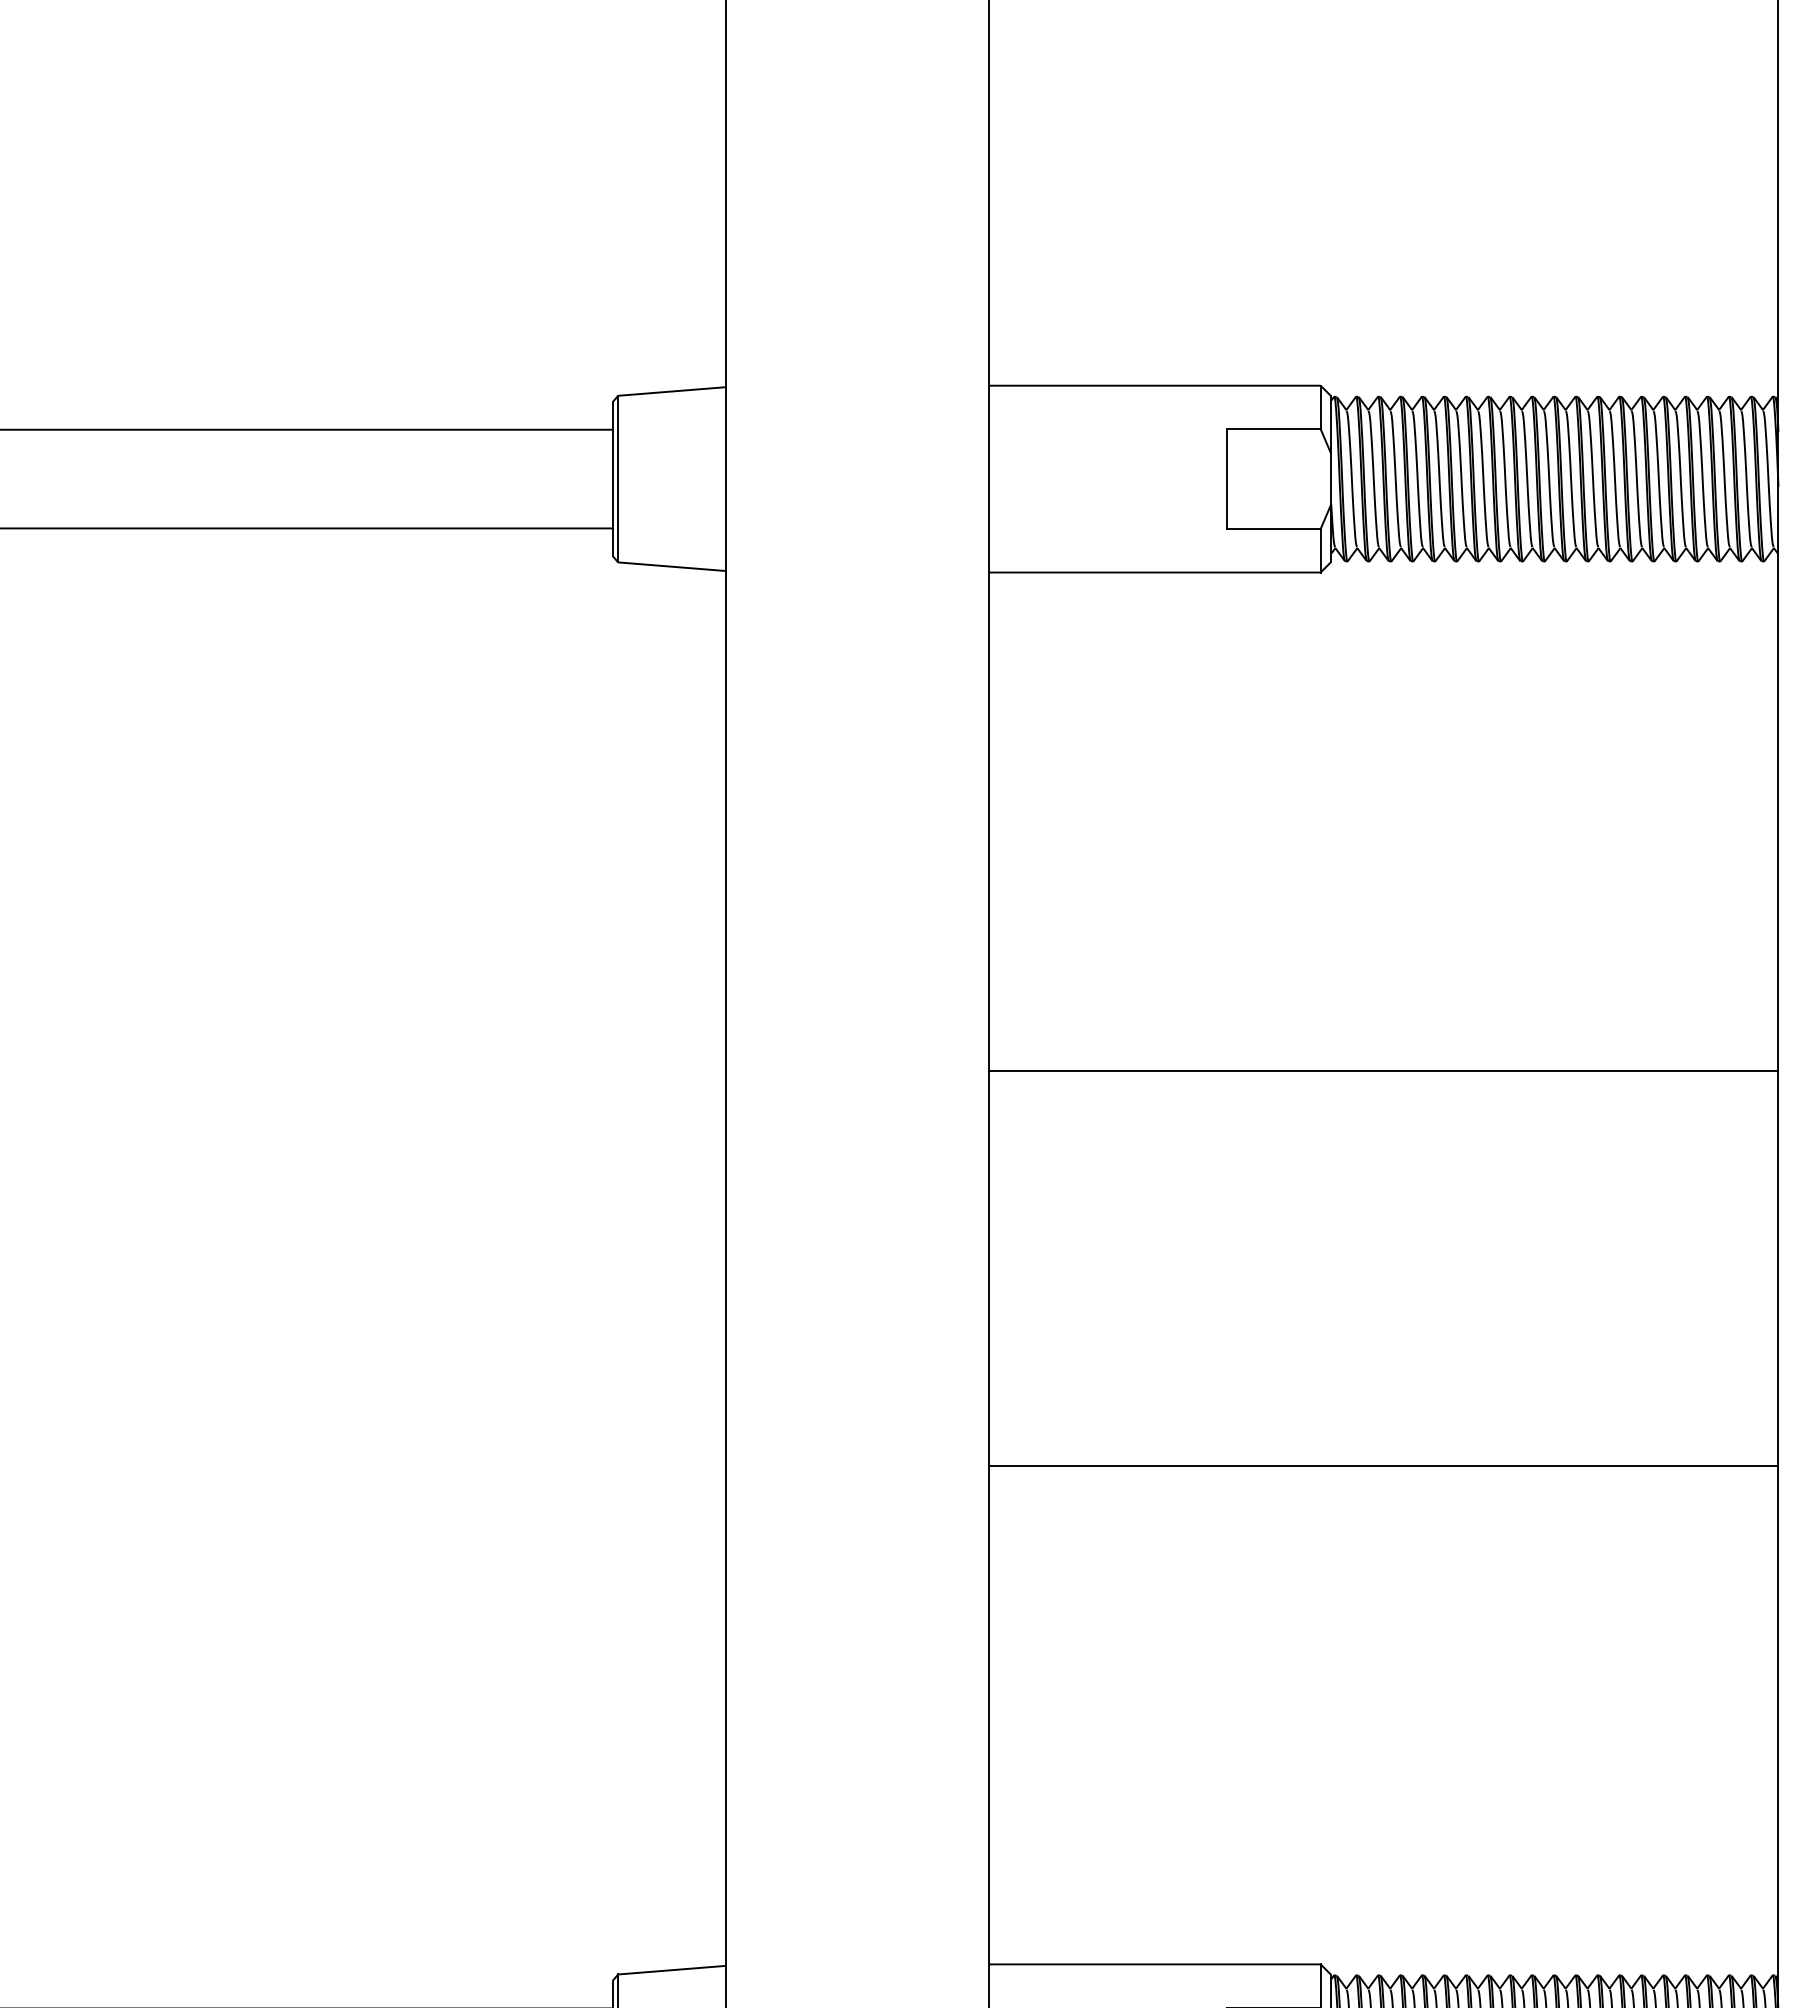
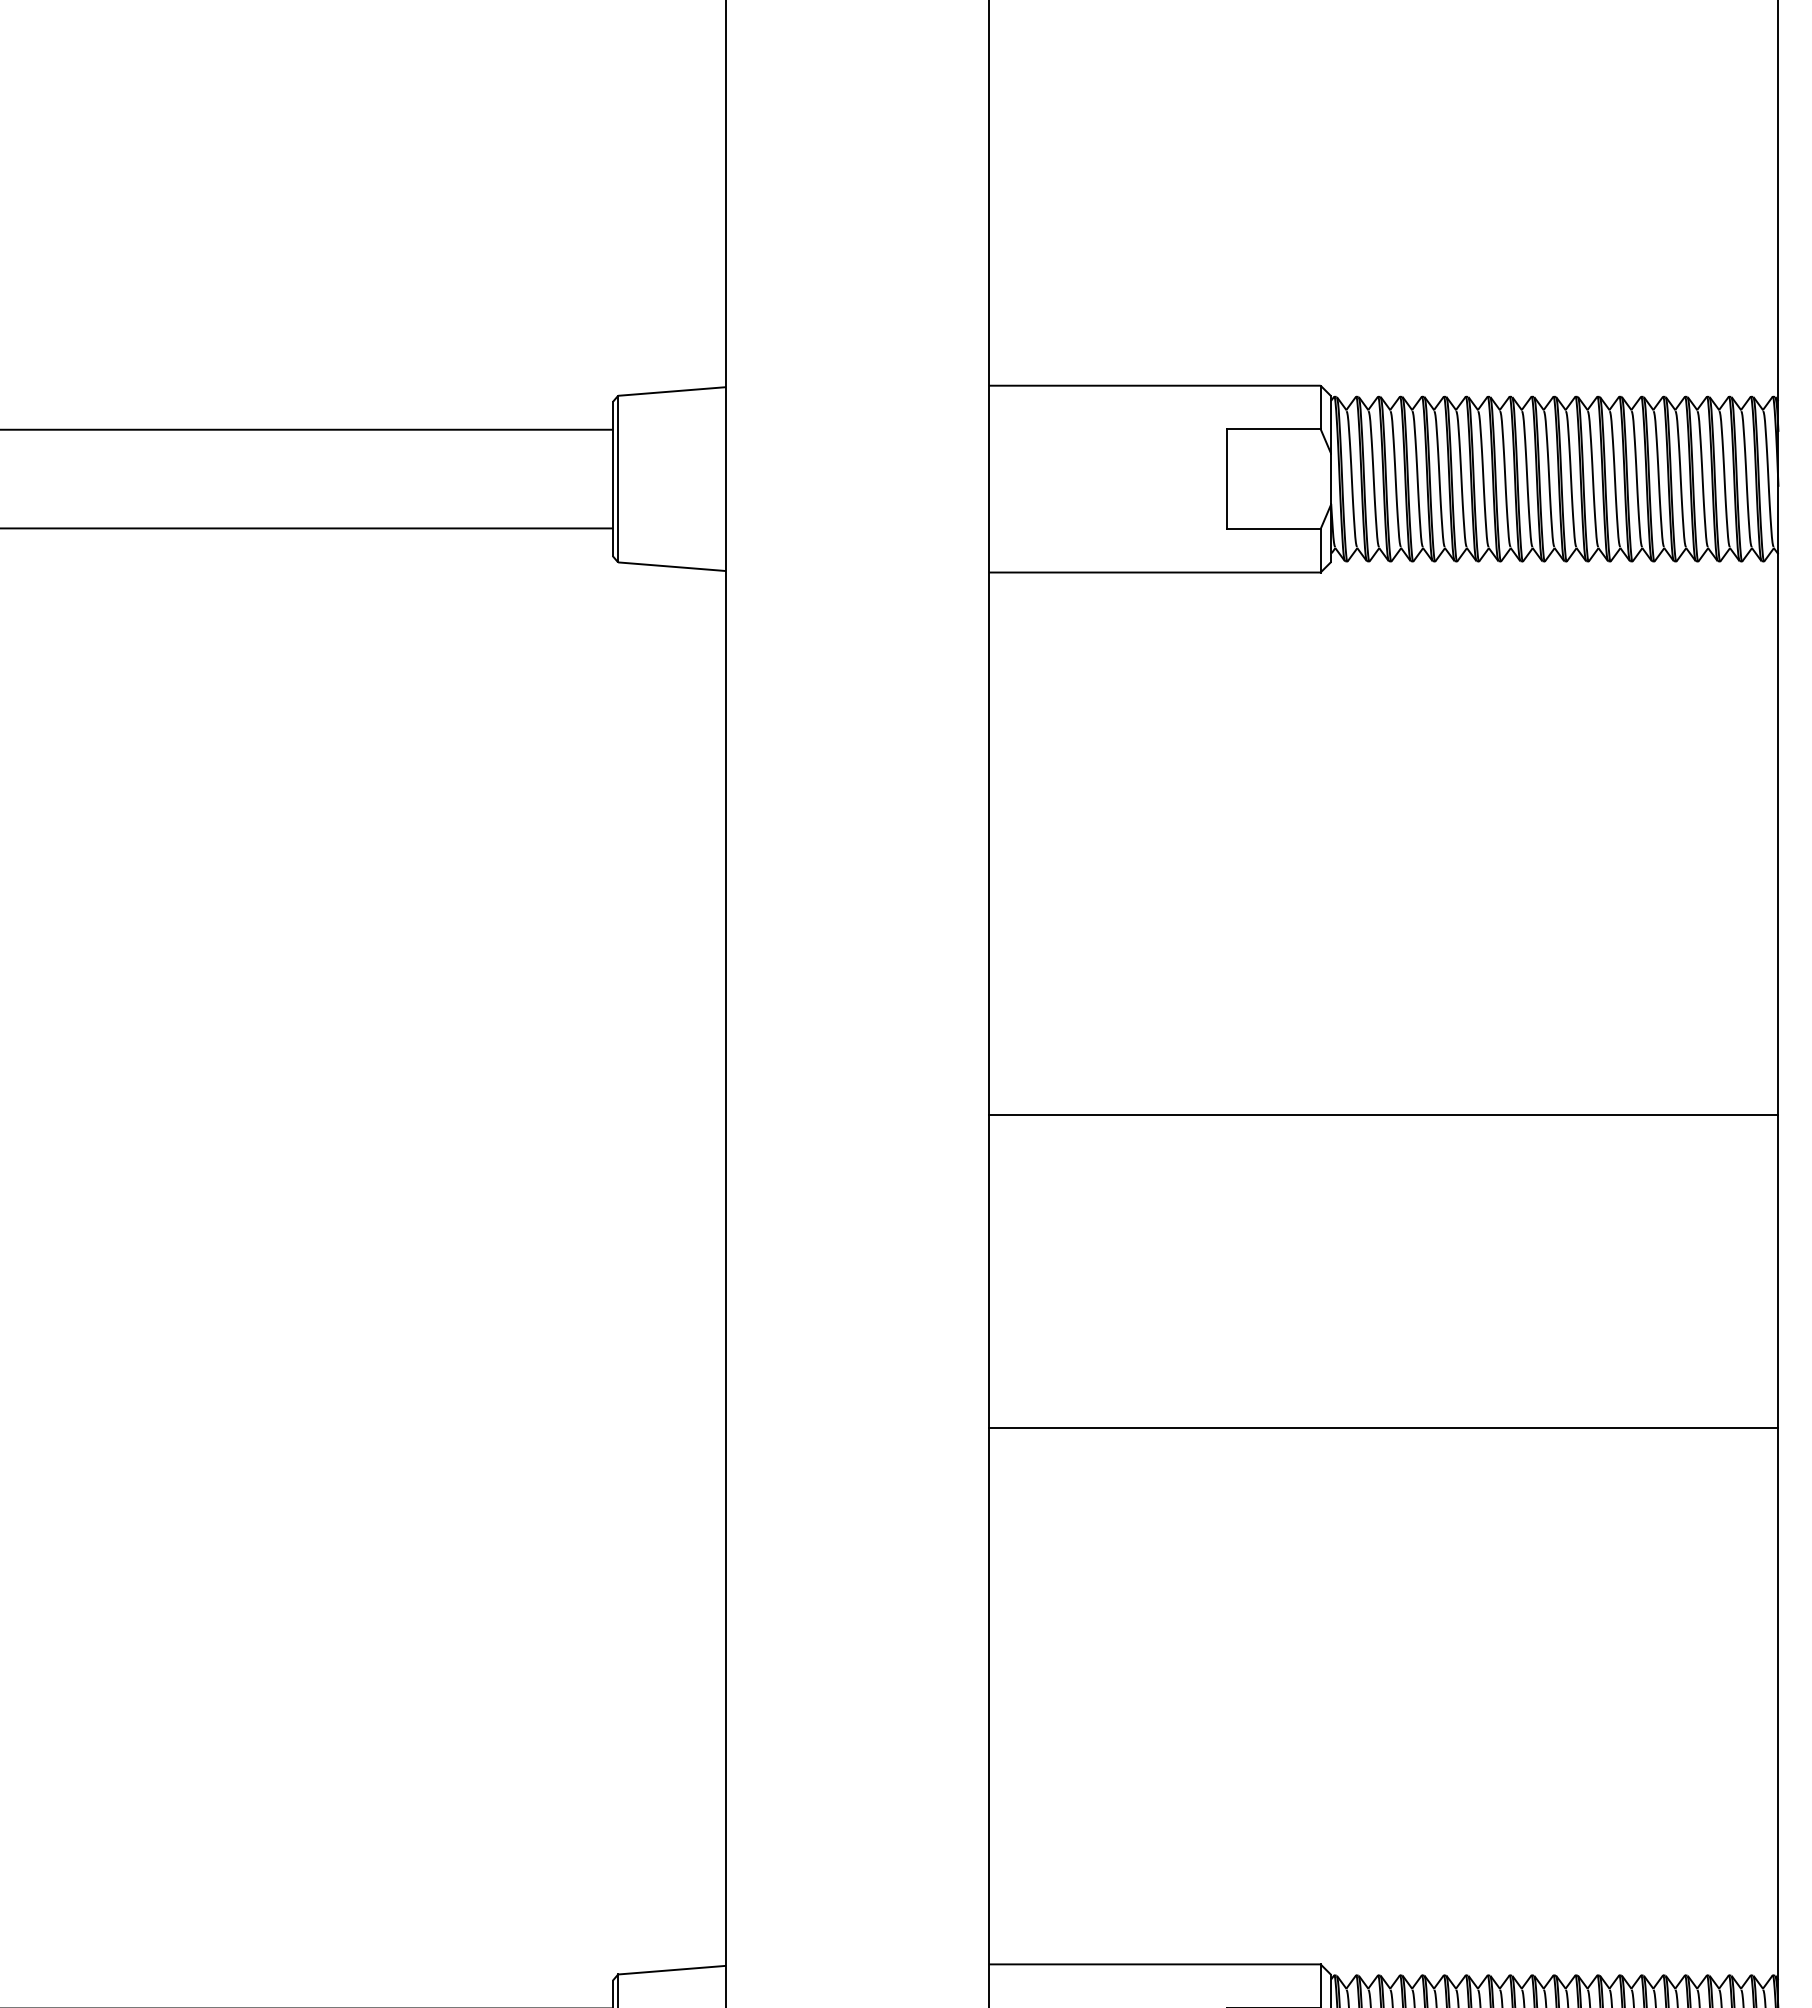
line at (1383, 1071) position: (1383, 1071) -> (1383, 1115)
line at (1383, 1465) position: (1383, 1465) -> (1383, 1427)
